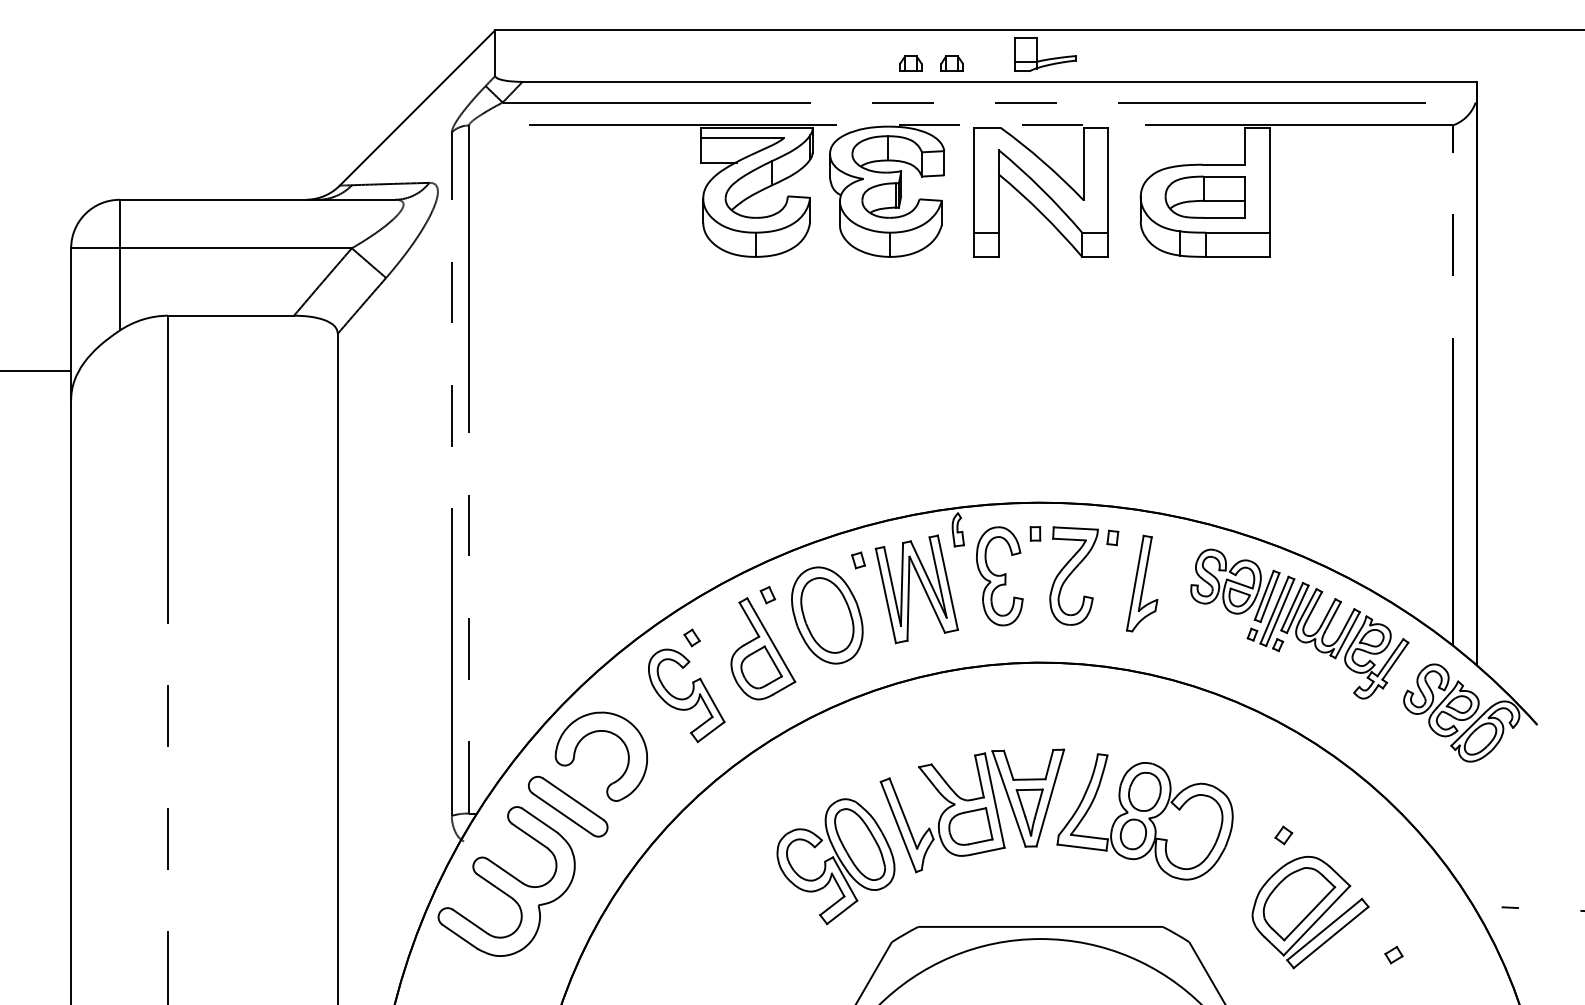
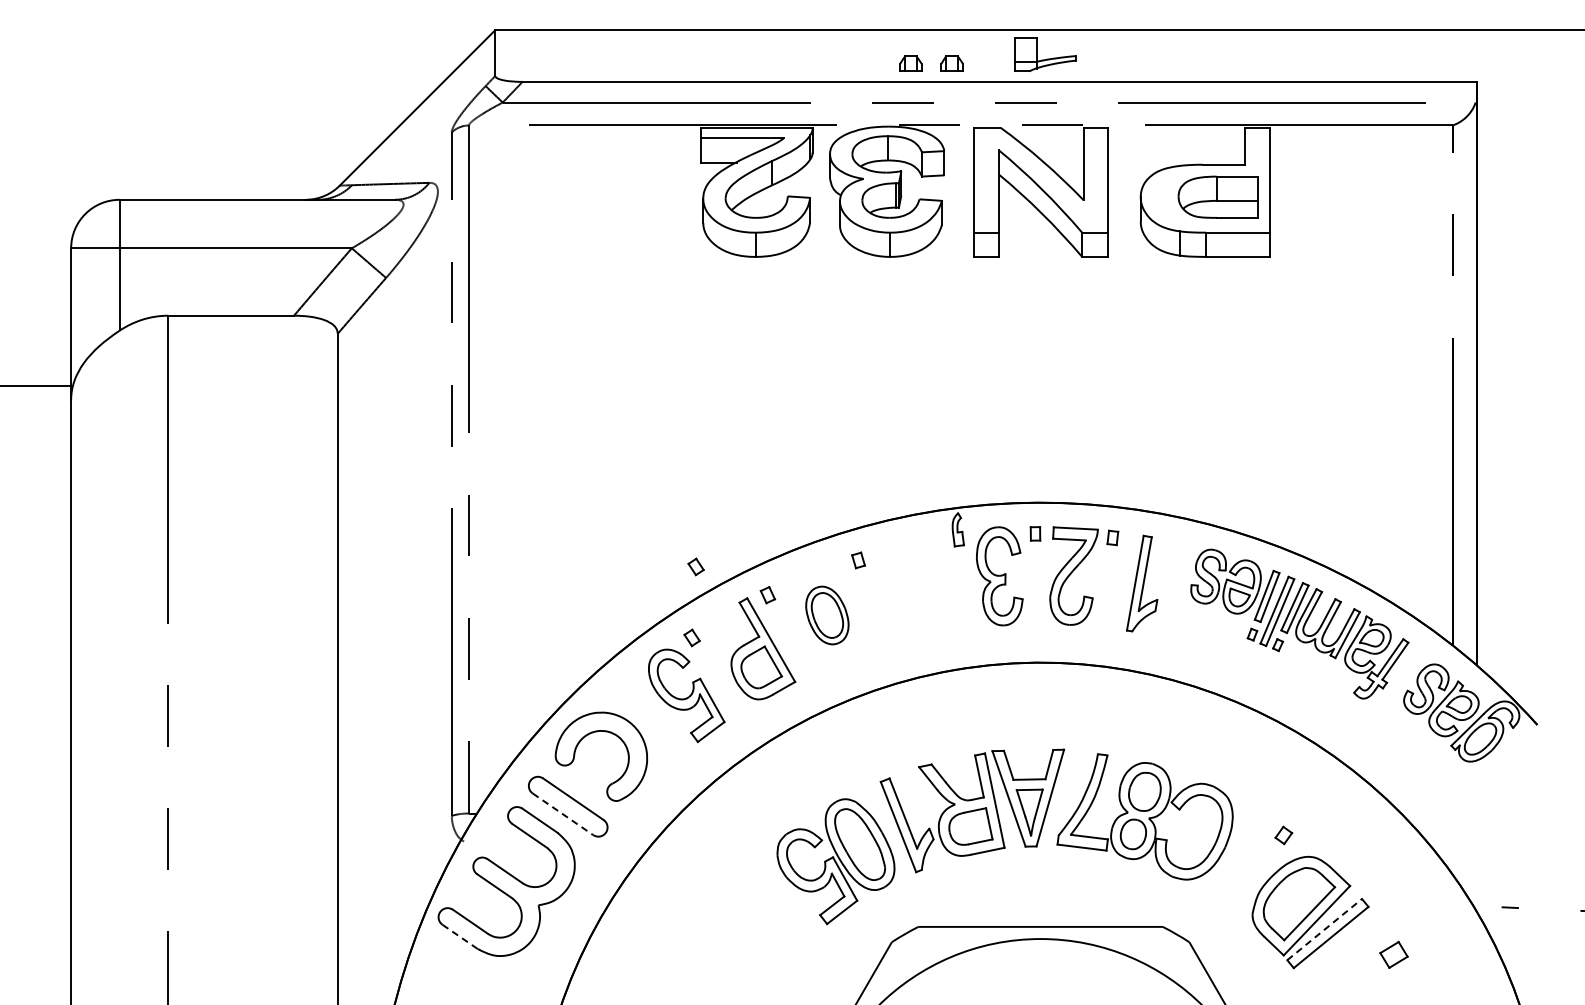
part at (1204, 196) position: (1204, 196) -> (1217, 196)
line at (36, 370) position: (36, 370) -> (36, 385)
part at (695, 566): none -> present
part at (922, 586): present -> none
part at (827, 615) size: 73x99 px -> 45x61 px
line at (563, 814): solid -> dashed
line at (1325, 929): solid -> dashed
line at (460, 937): solid -> dashed
part at (1393, 955) size: 20x19 px -> 30x29 px
